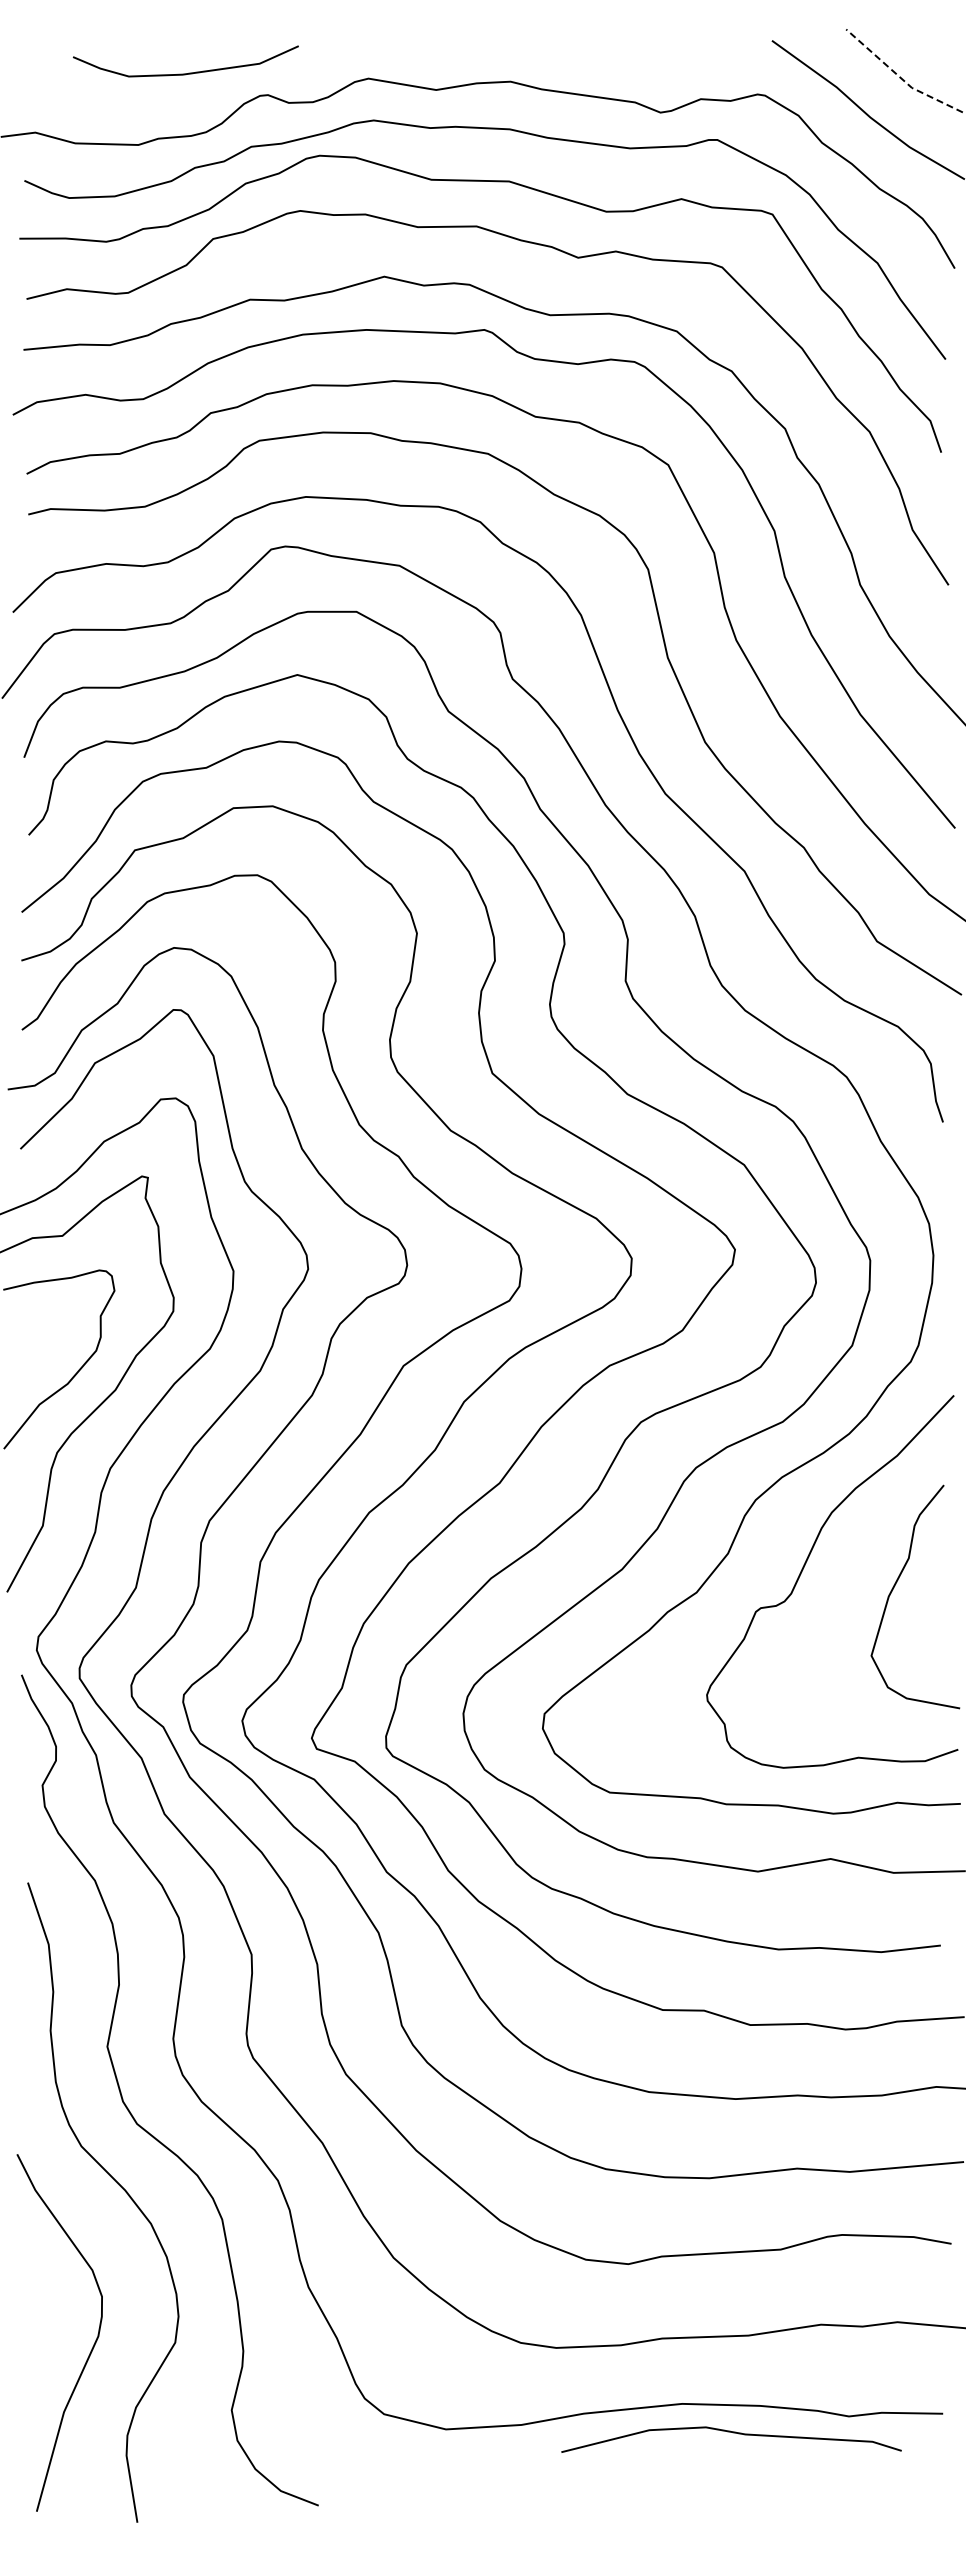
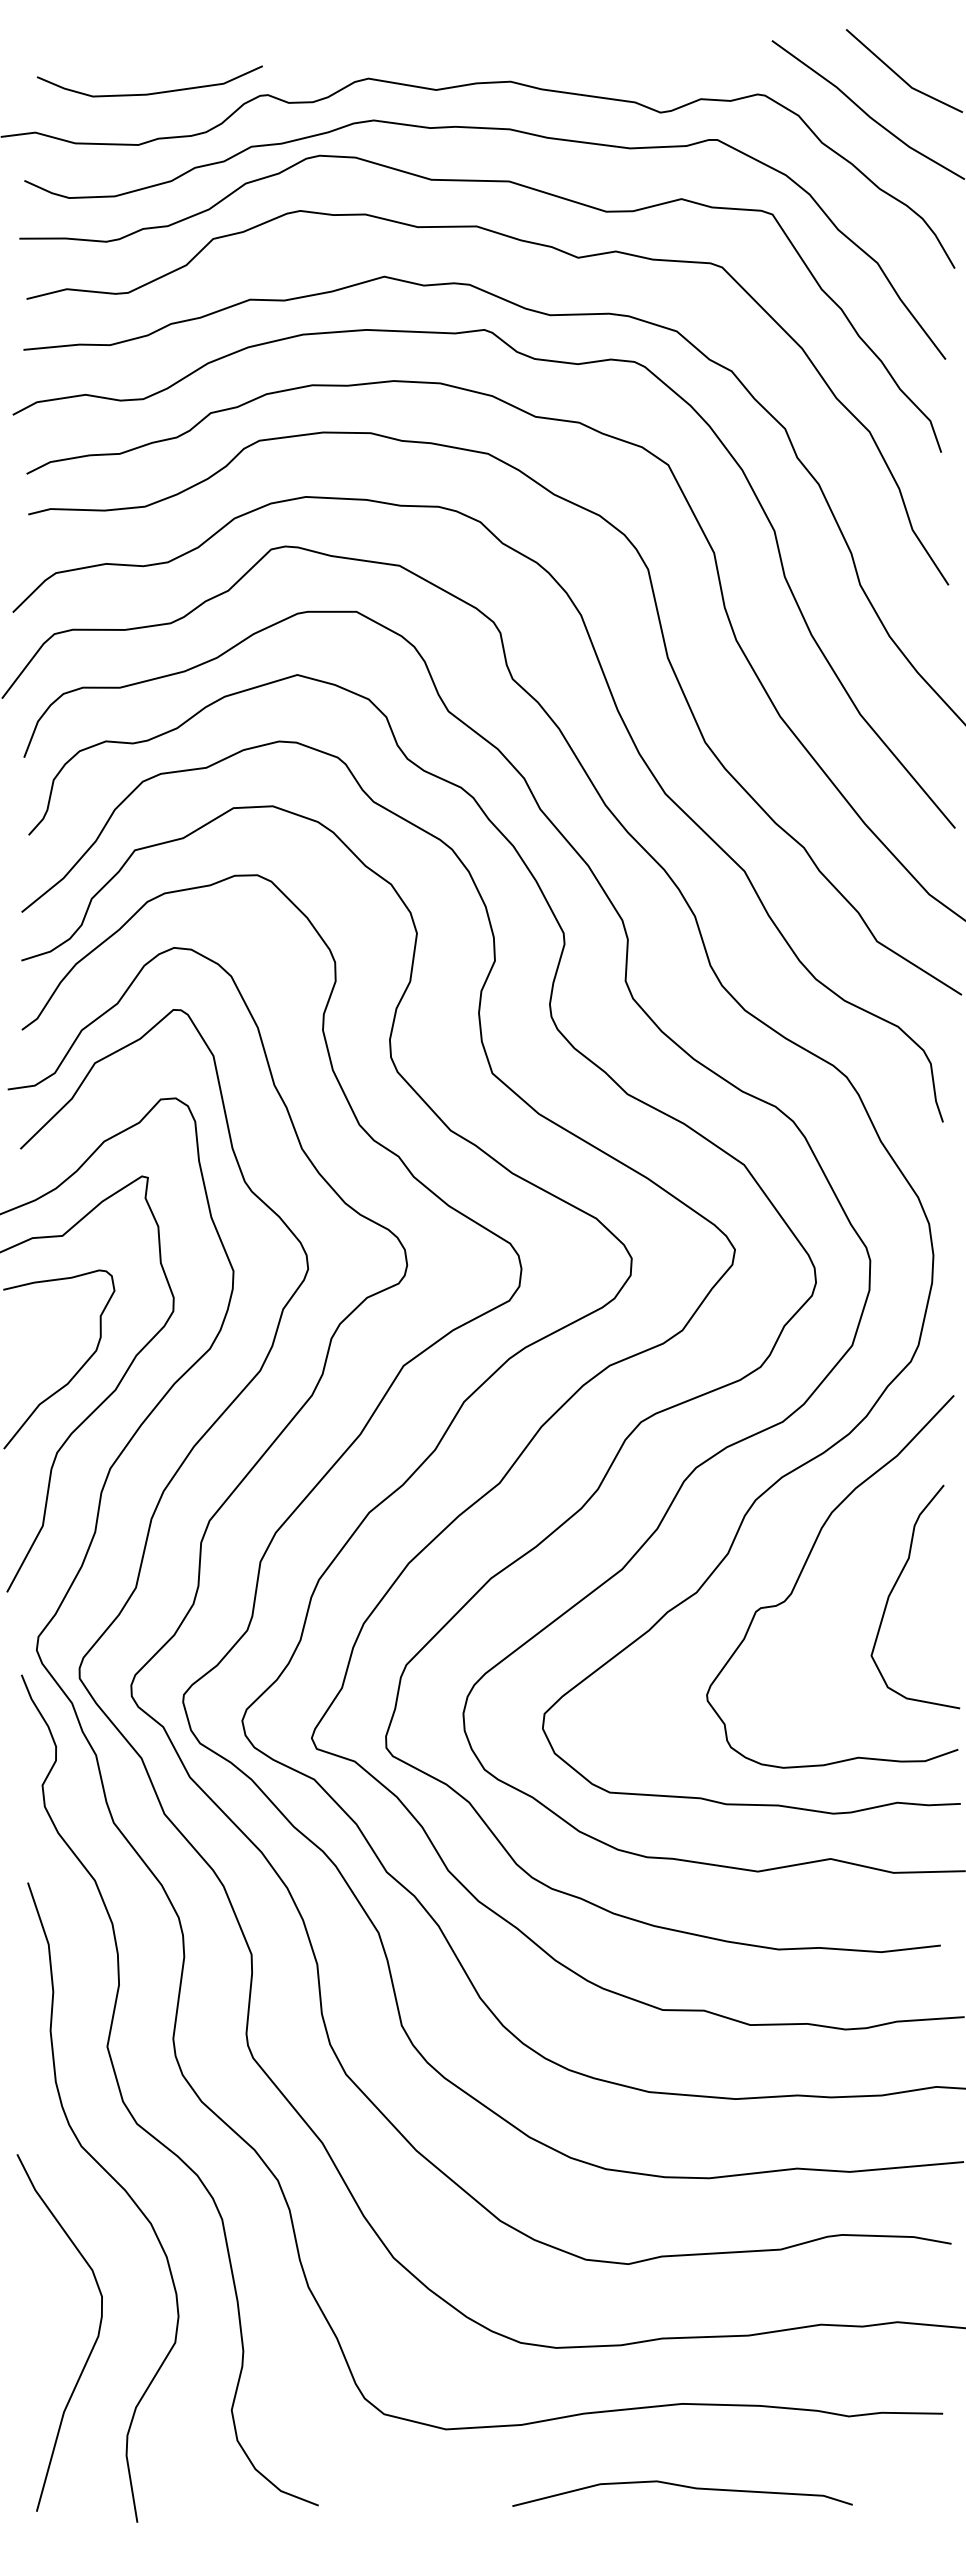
curve at (188, 72) position: (188, 72) -> (152, 92)
line at (900, 77): dashed -> solid
curve at (733, 2433) position: (733, 2433) -> (684, 2487)
